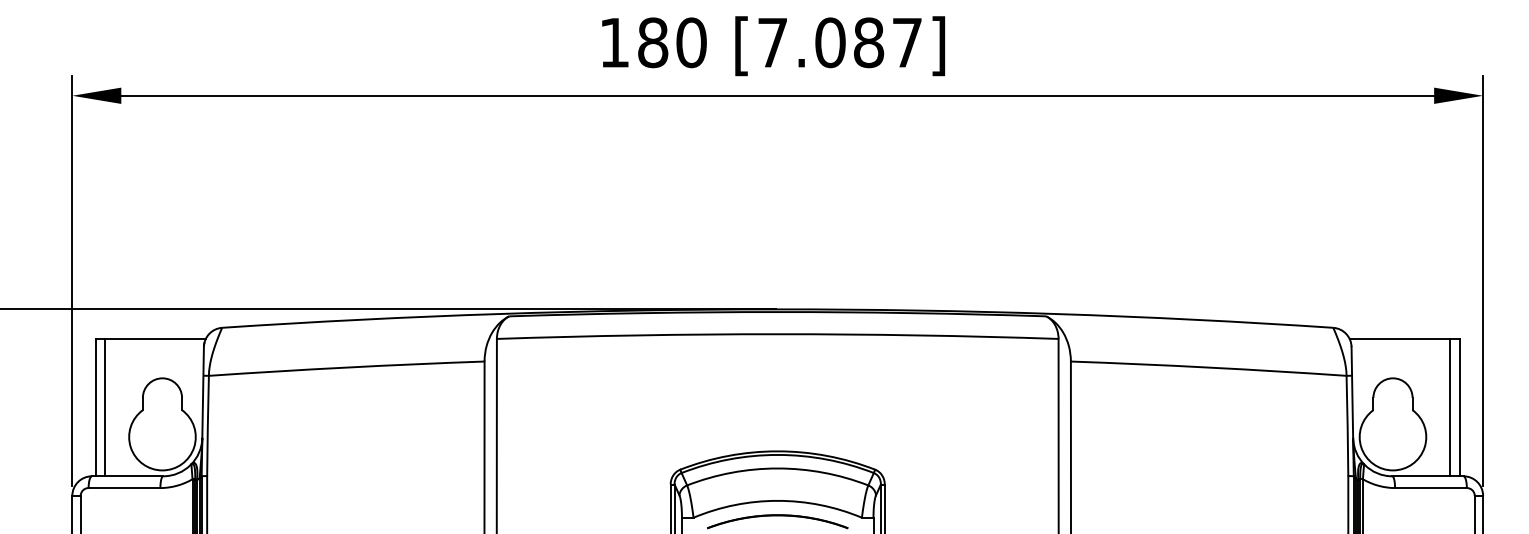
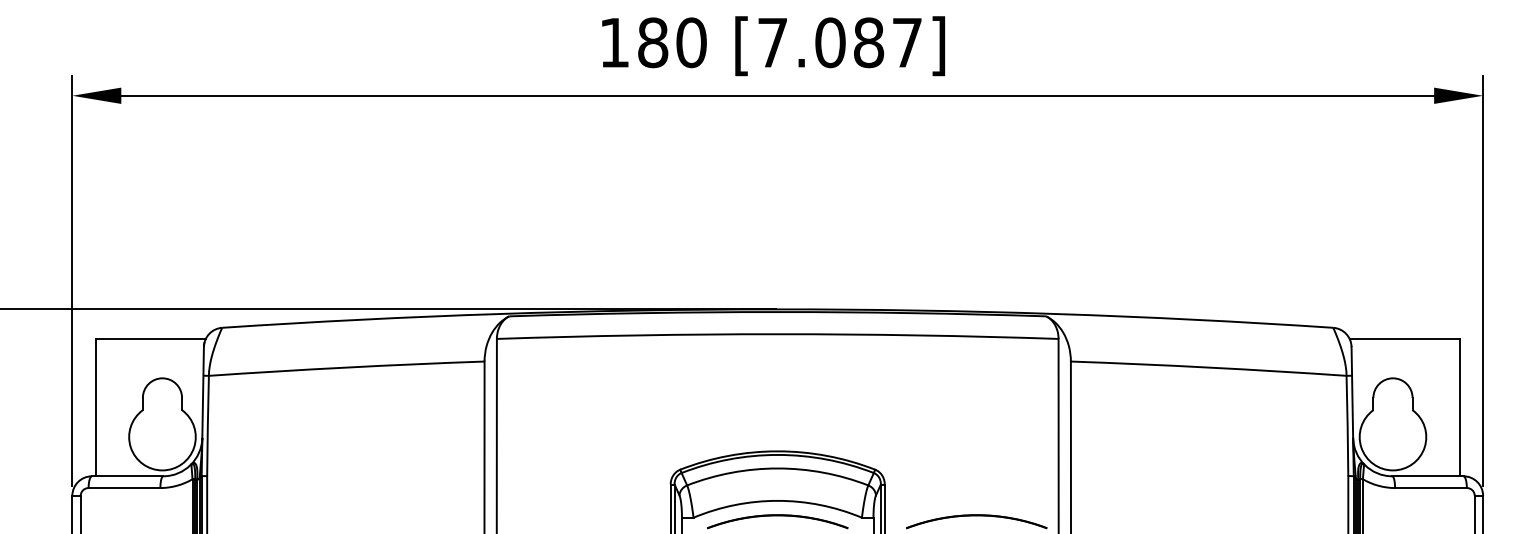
line at (105, 407): present -> none
line at (1450, 407): present -> none
part at (976, 521): none -> present
